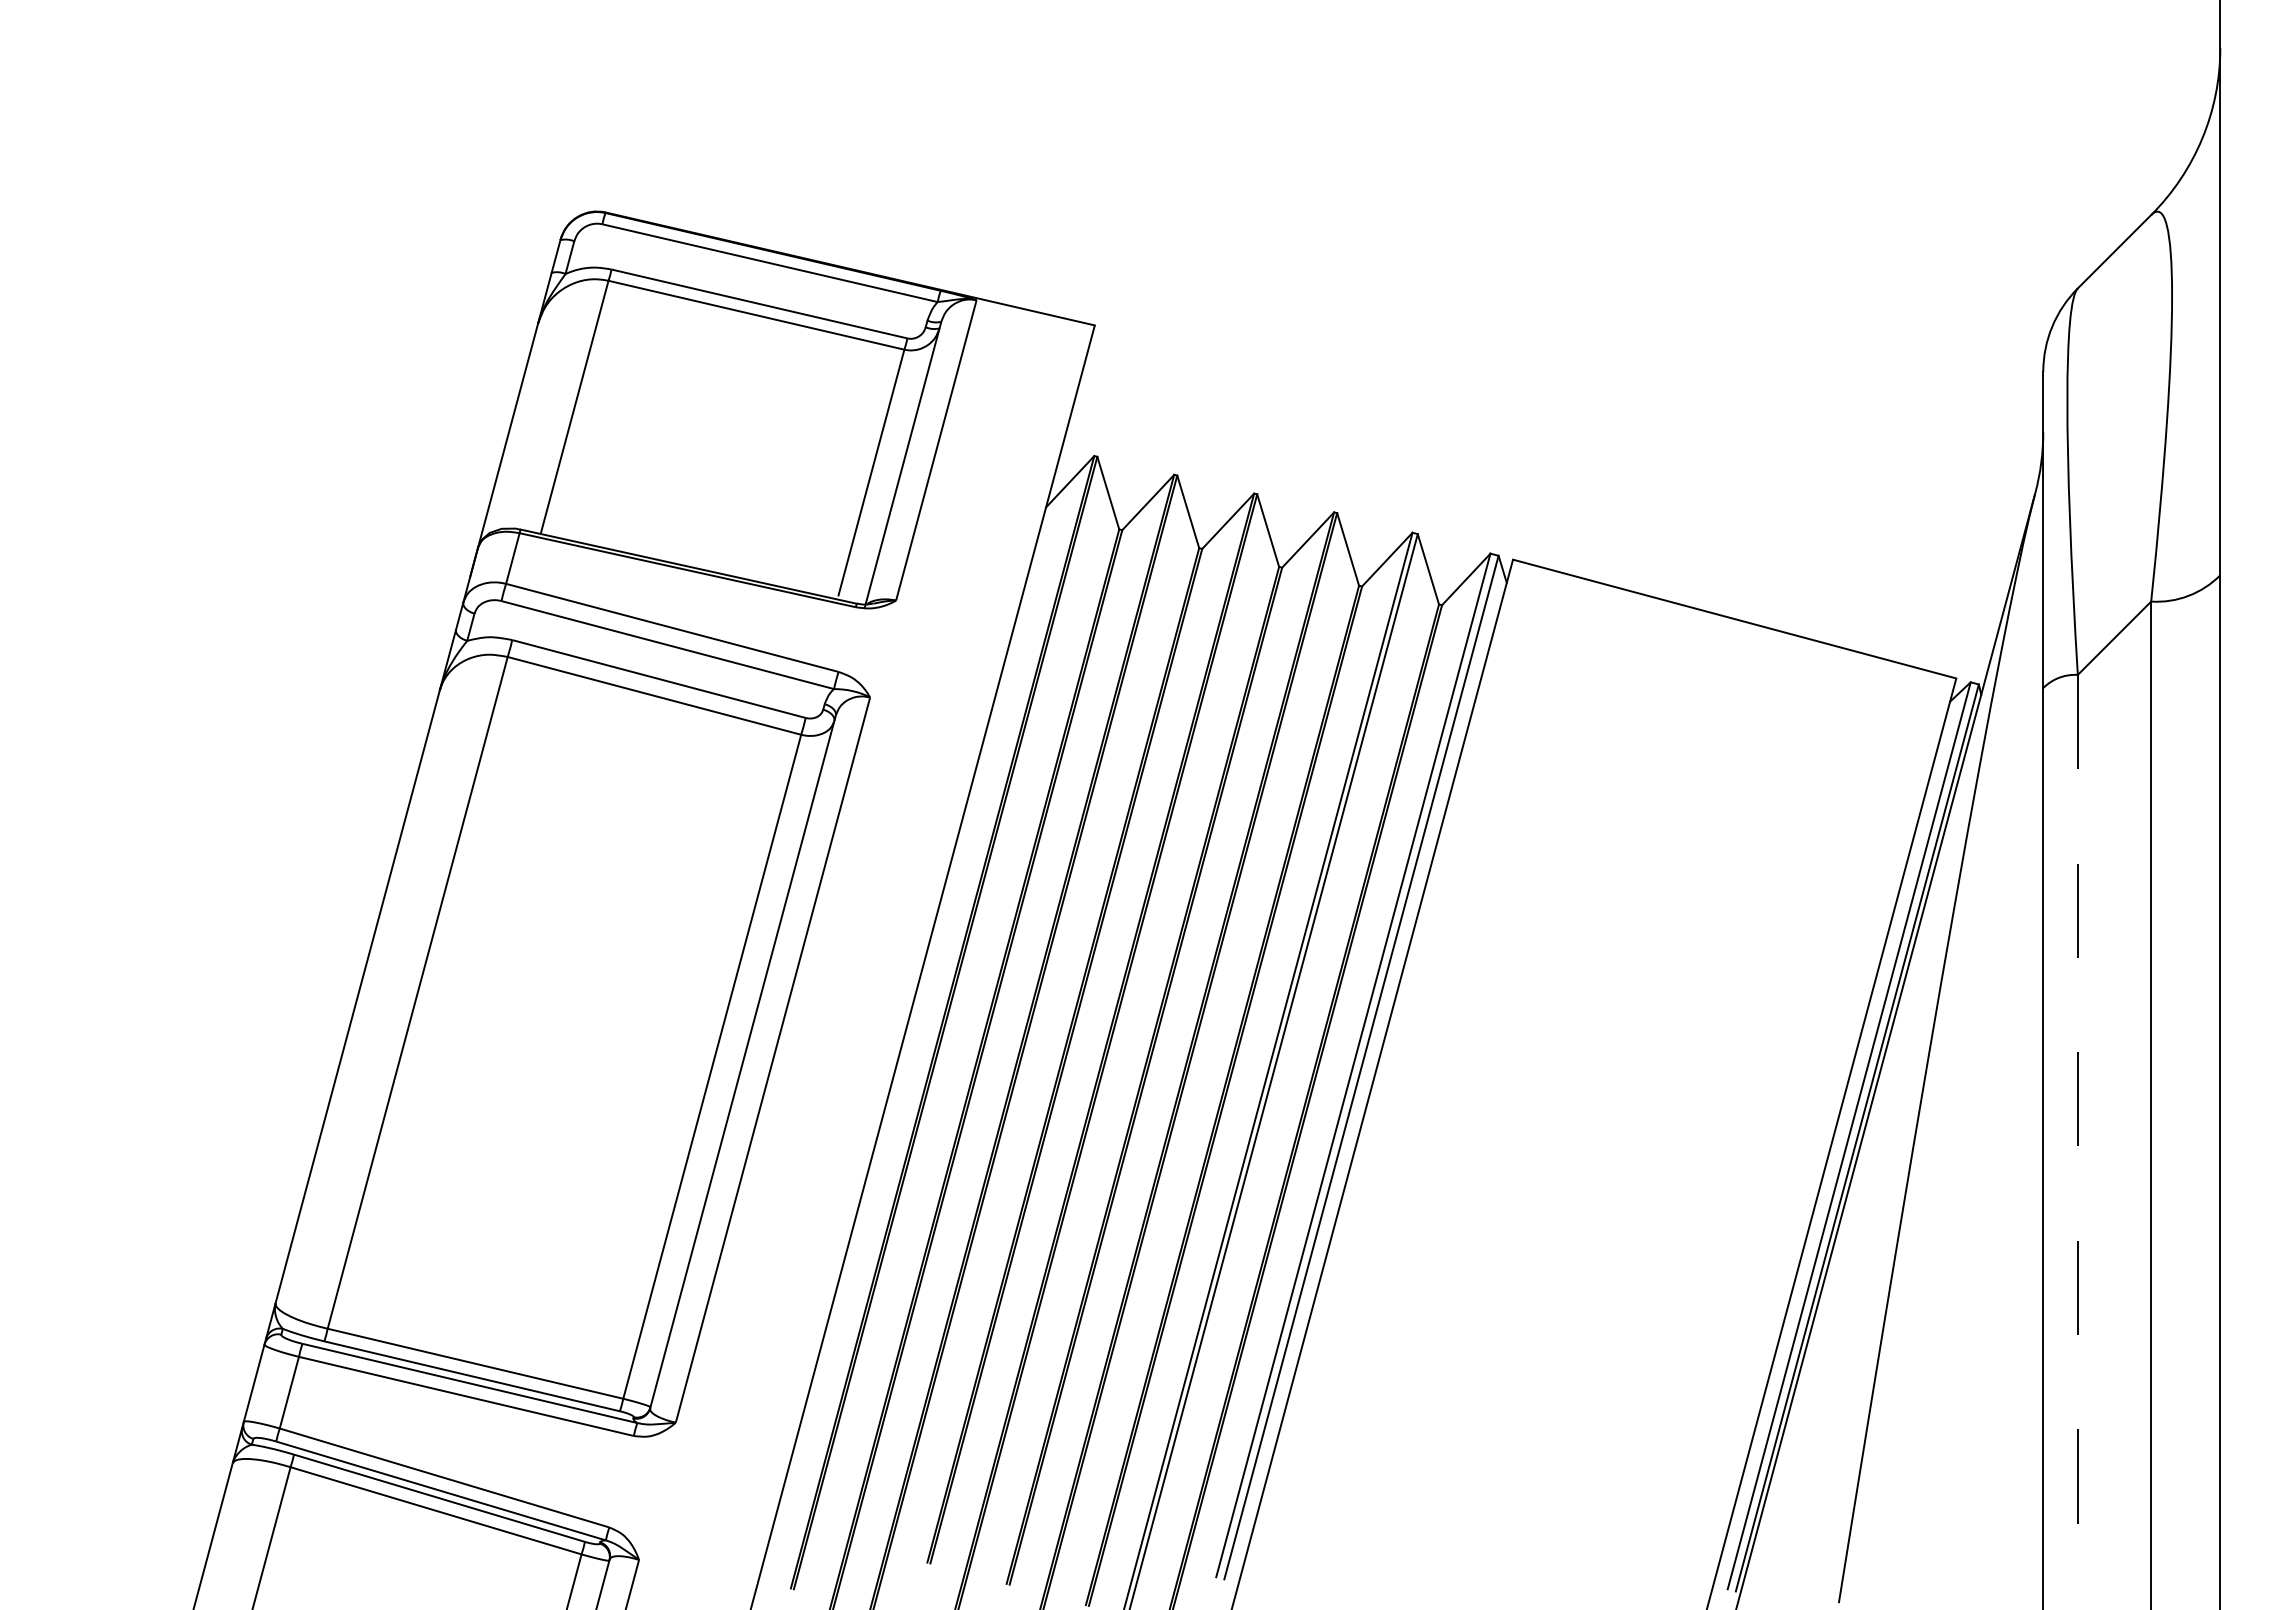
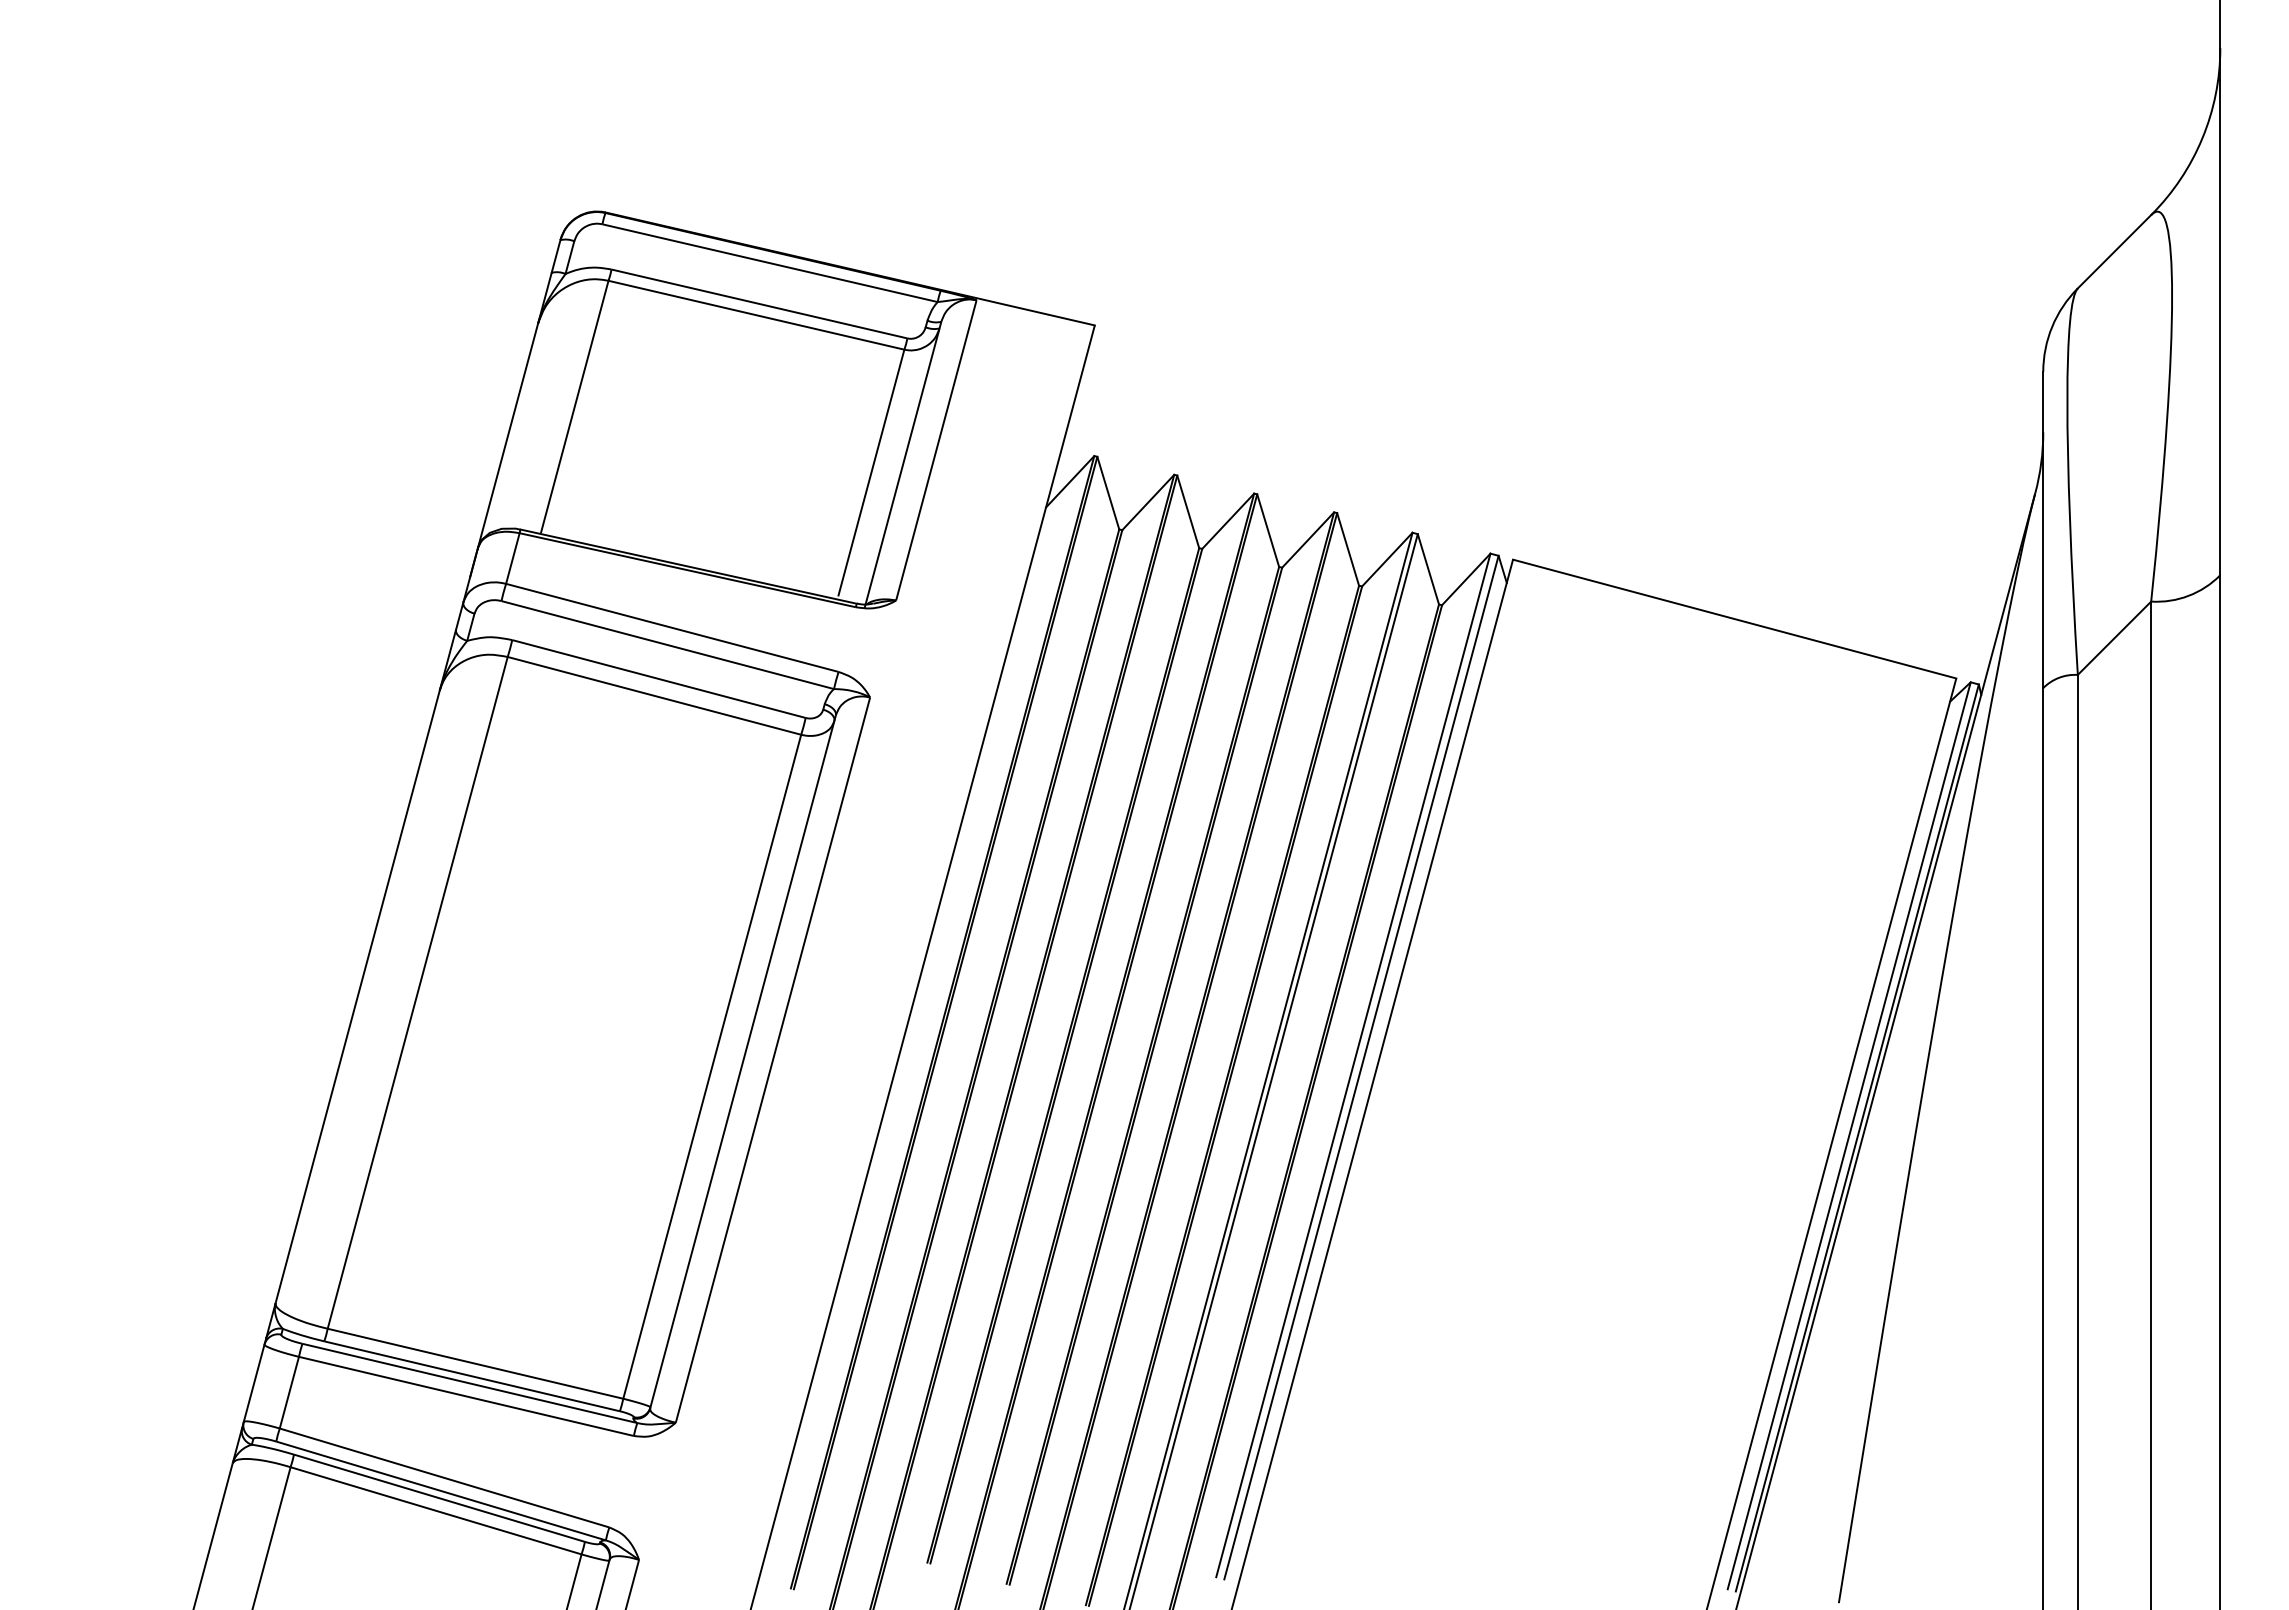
line at (2077, 1142): dashed -> solid
